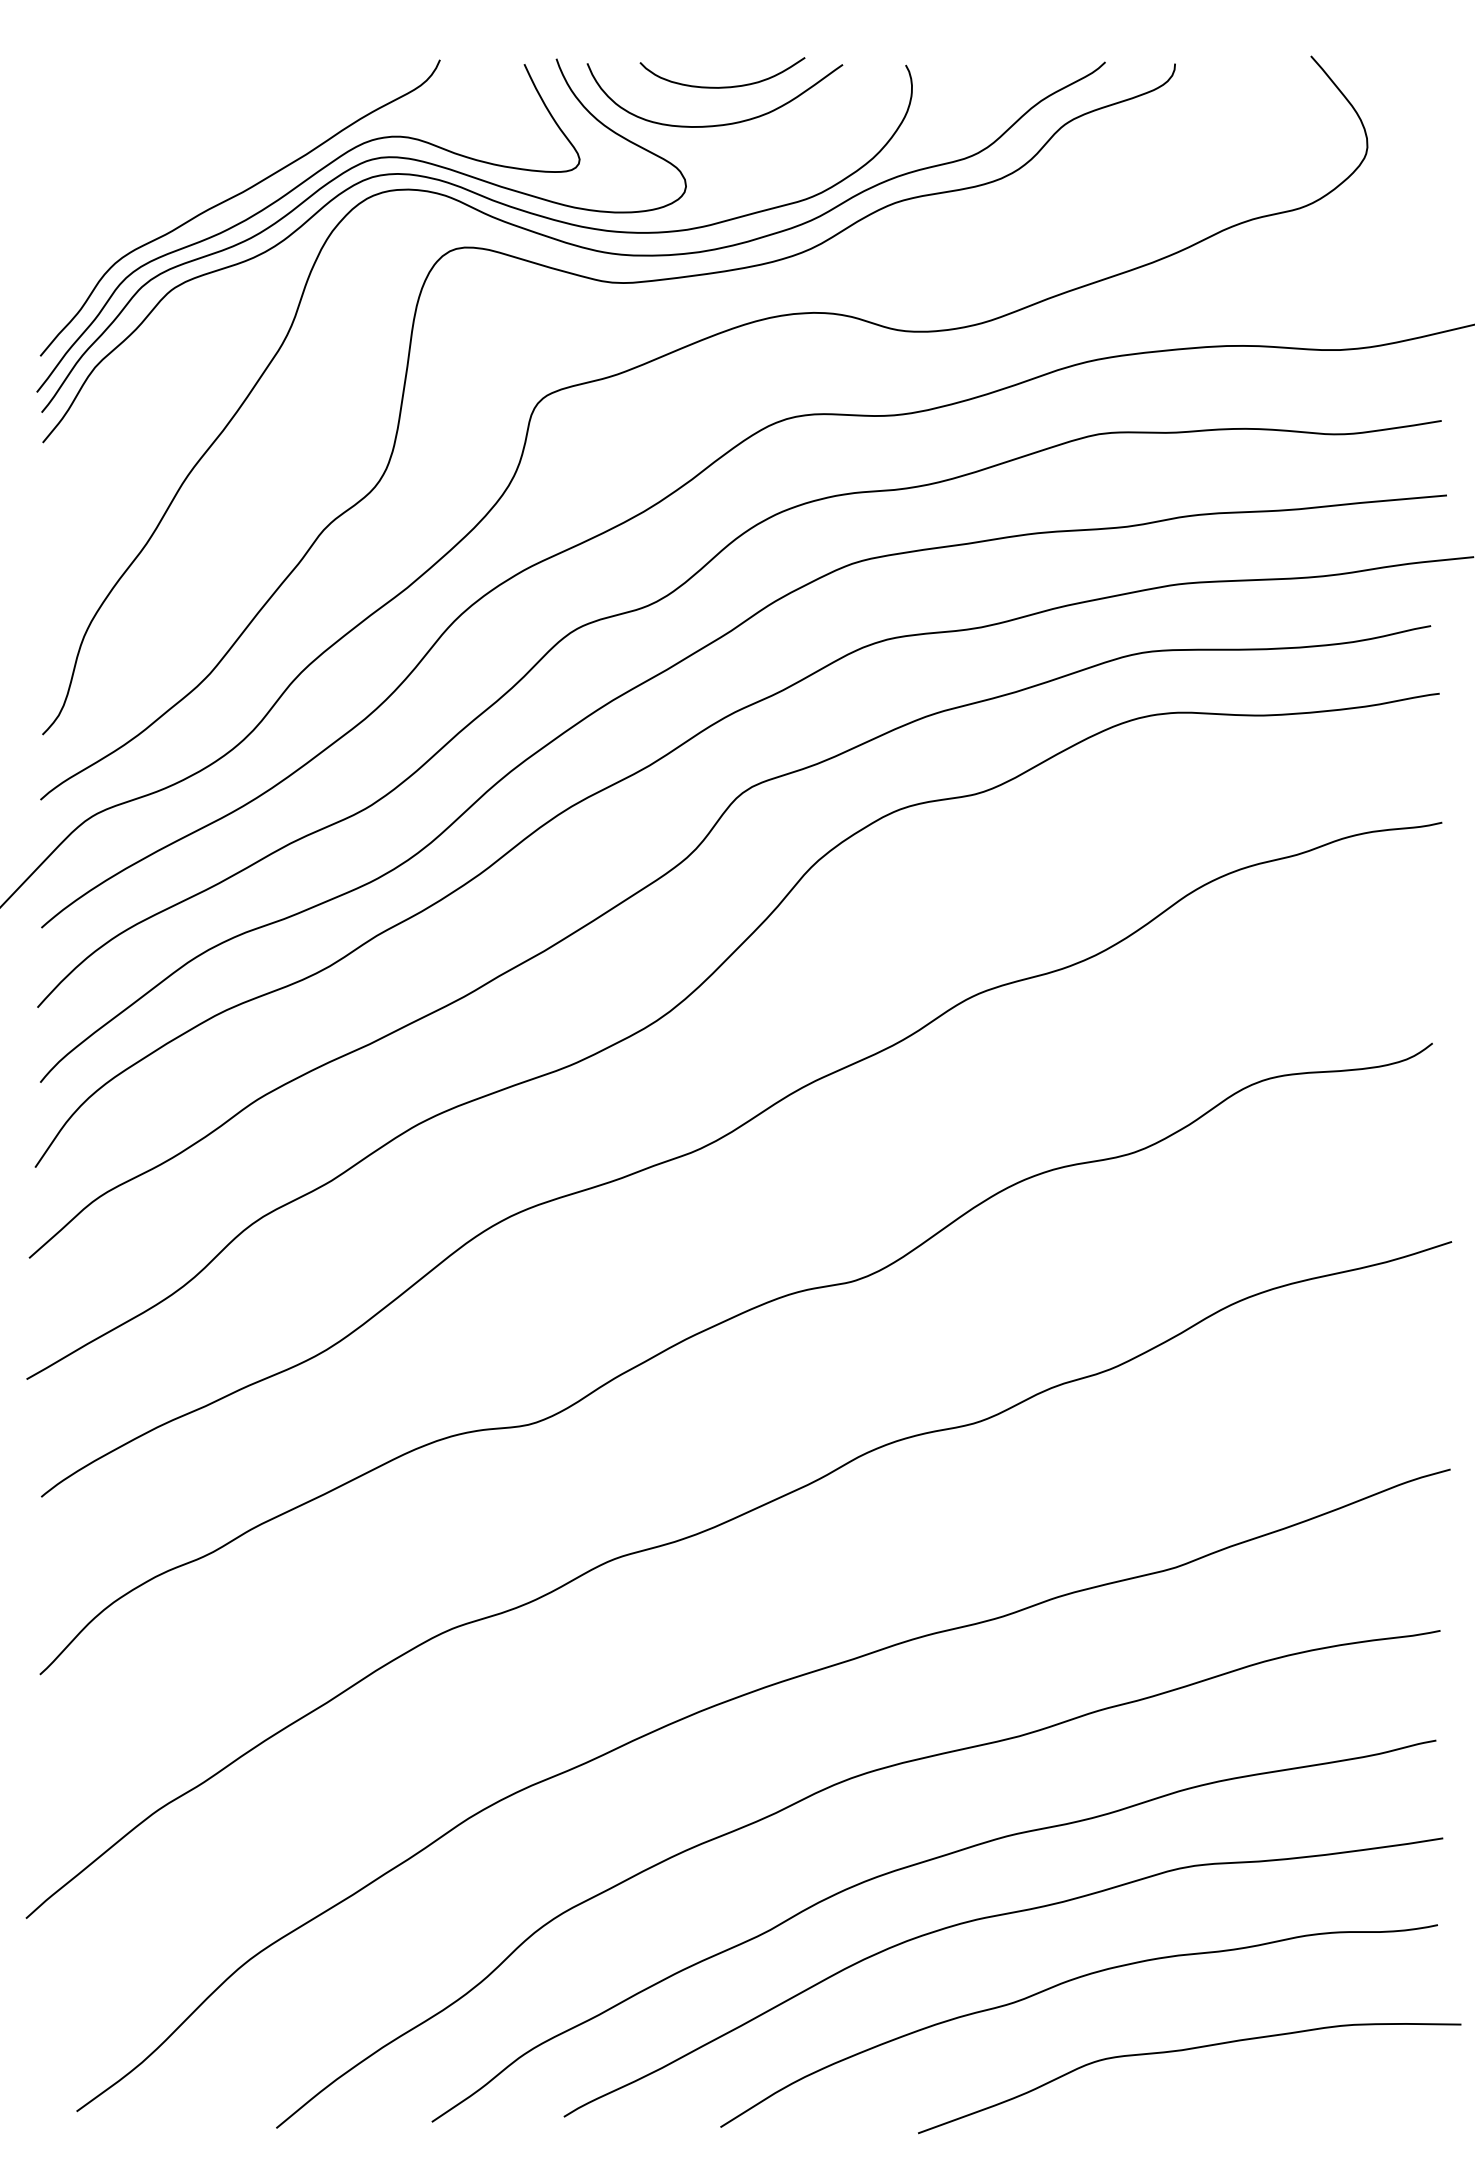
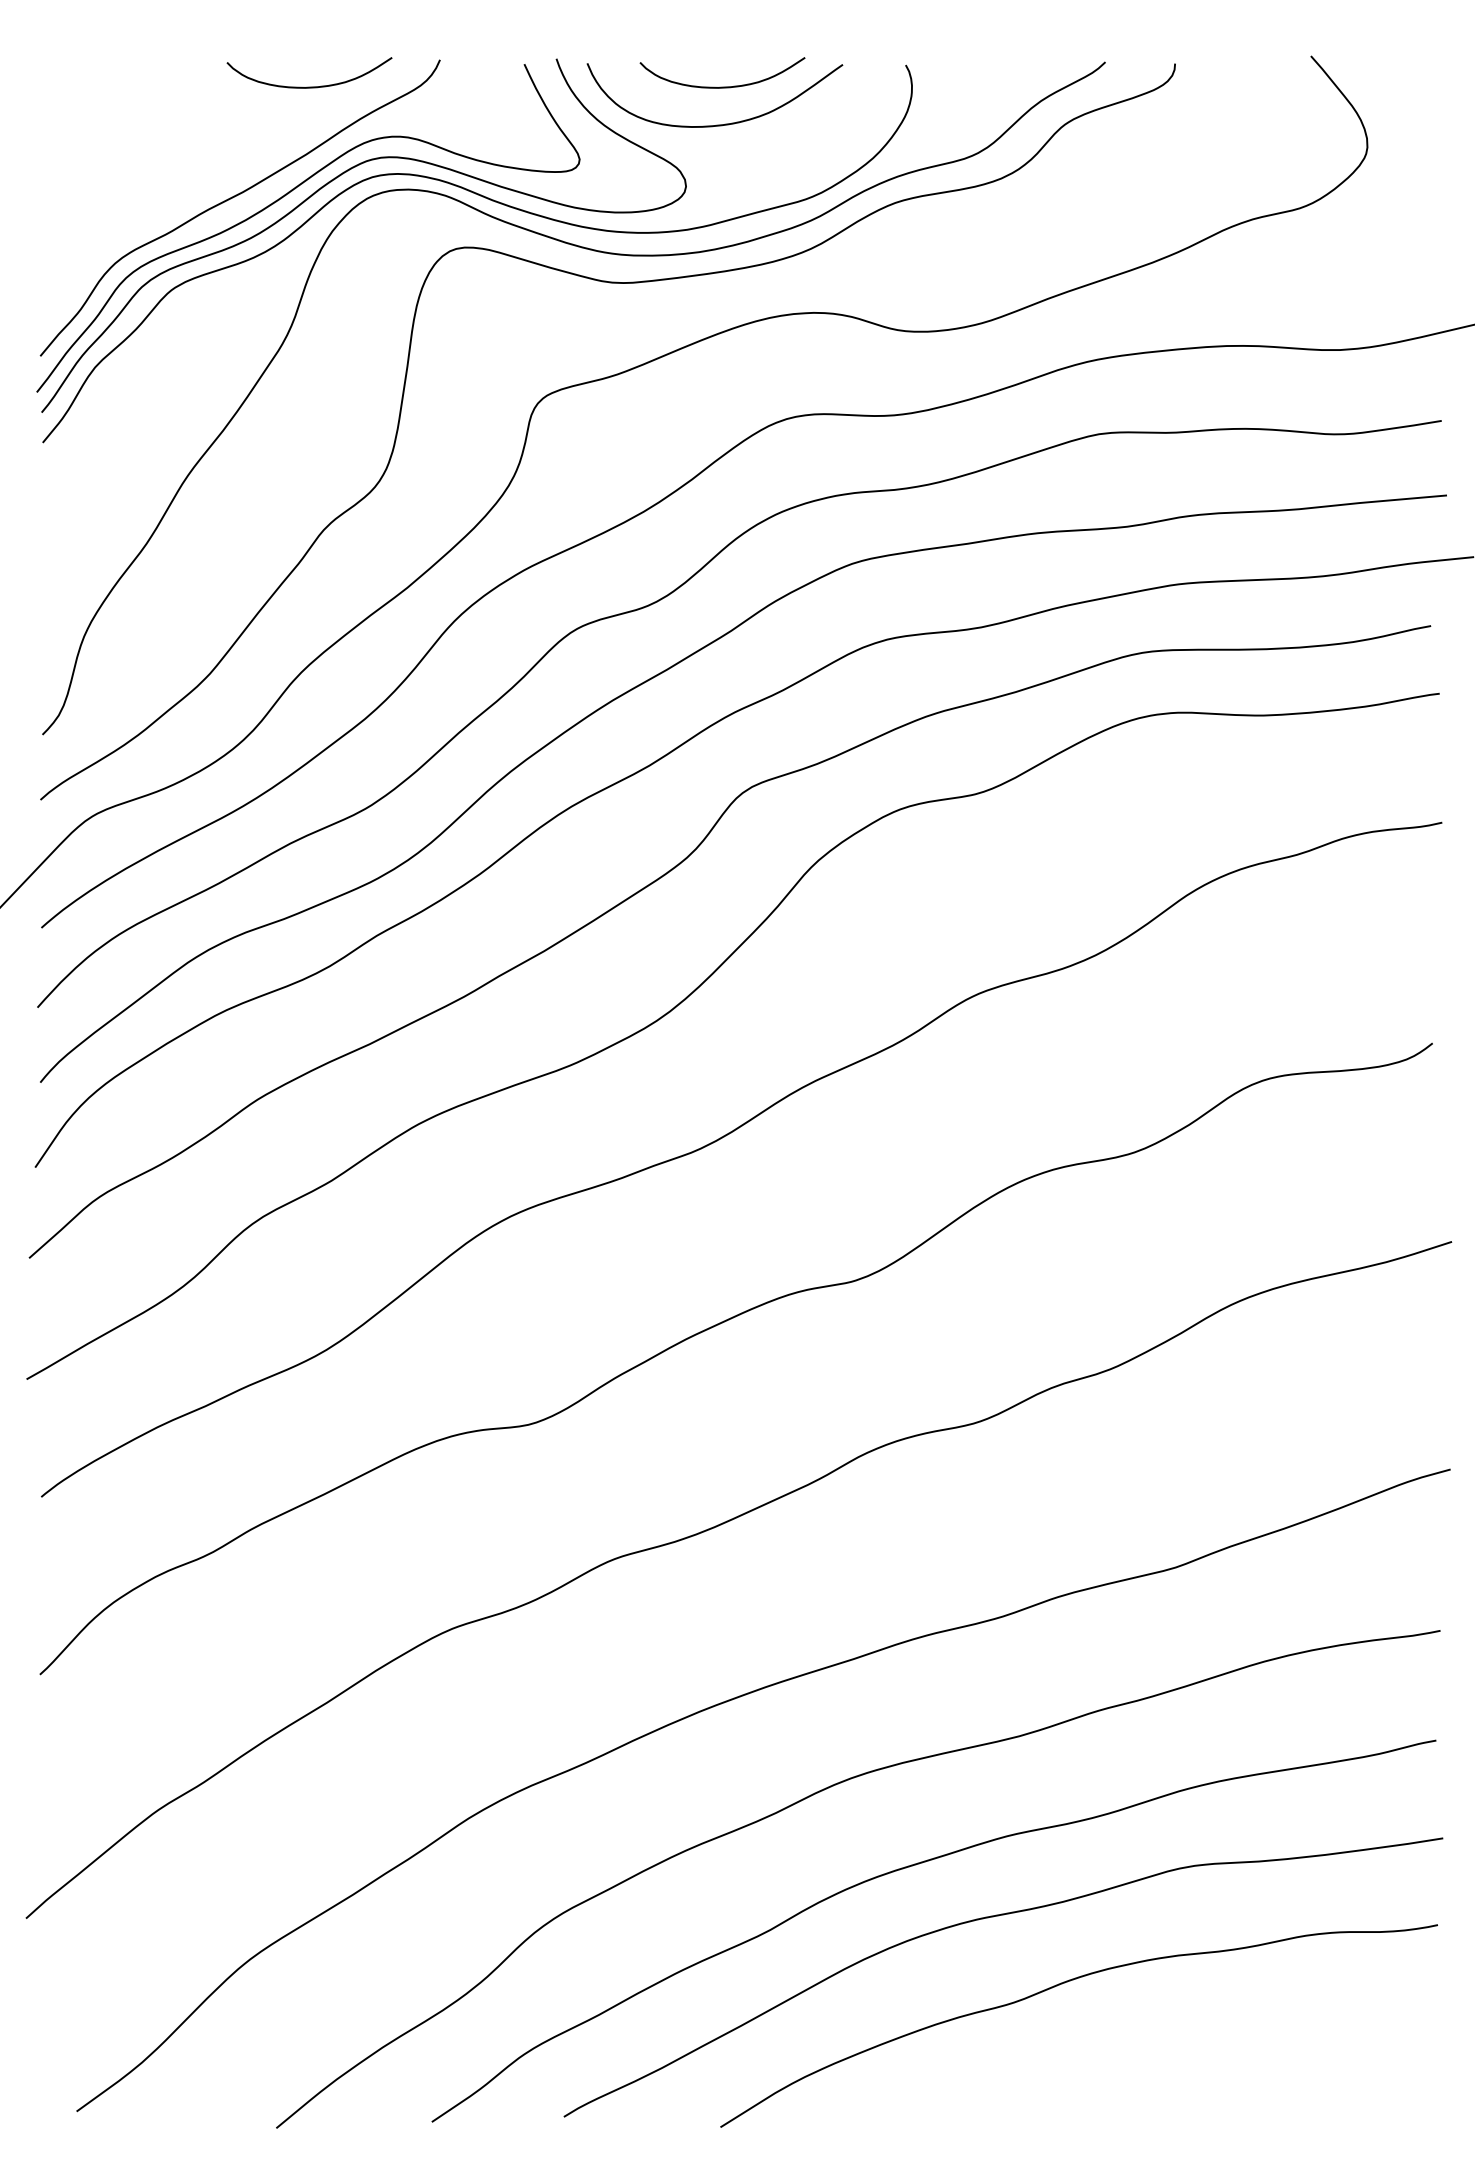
curve at (309, 86): none -> present
curve at (1187, 2050): present -> none
